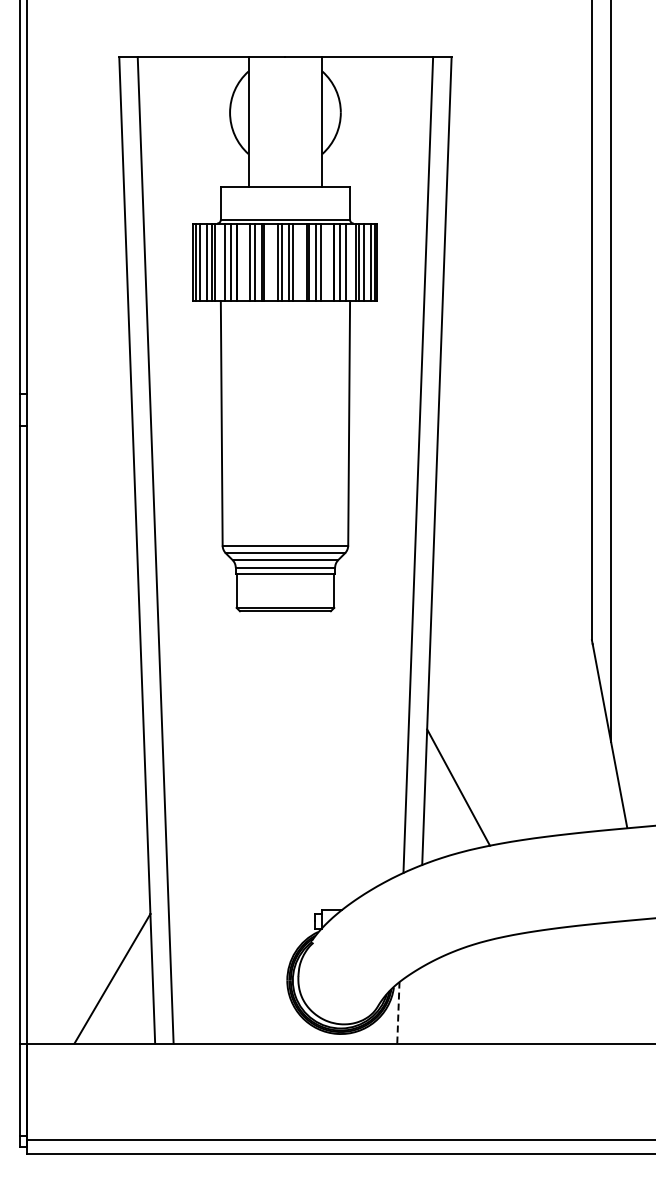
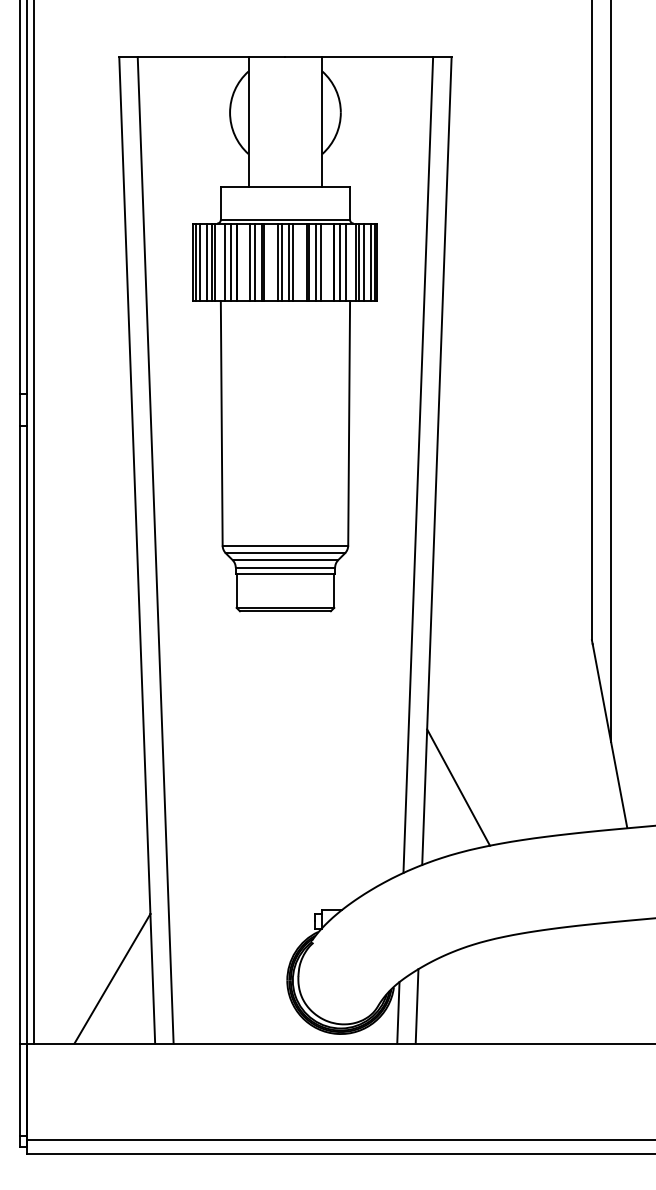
line at (34, 522): none -> present
line at (416, 1006): none -> present
line at (398, 1012): dashed -> solid
